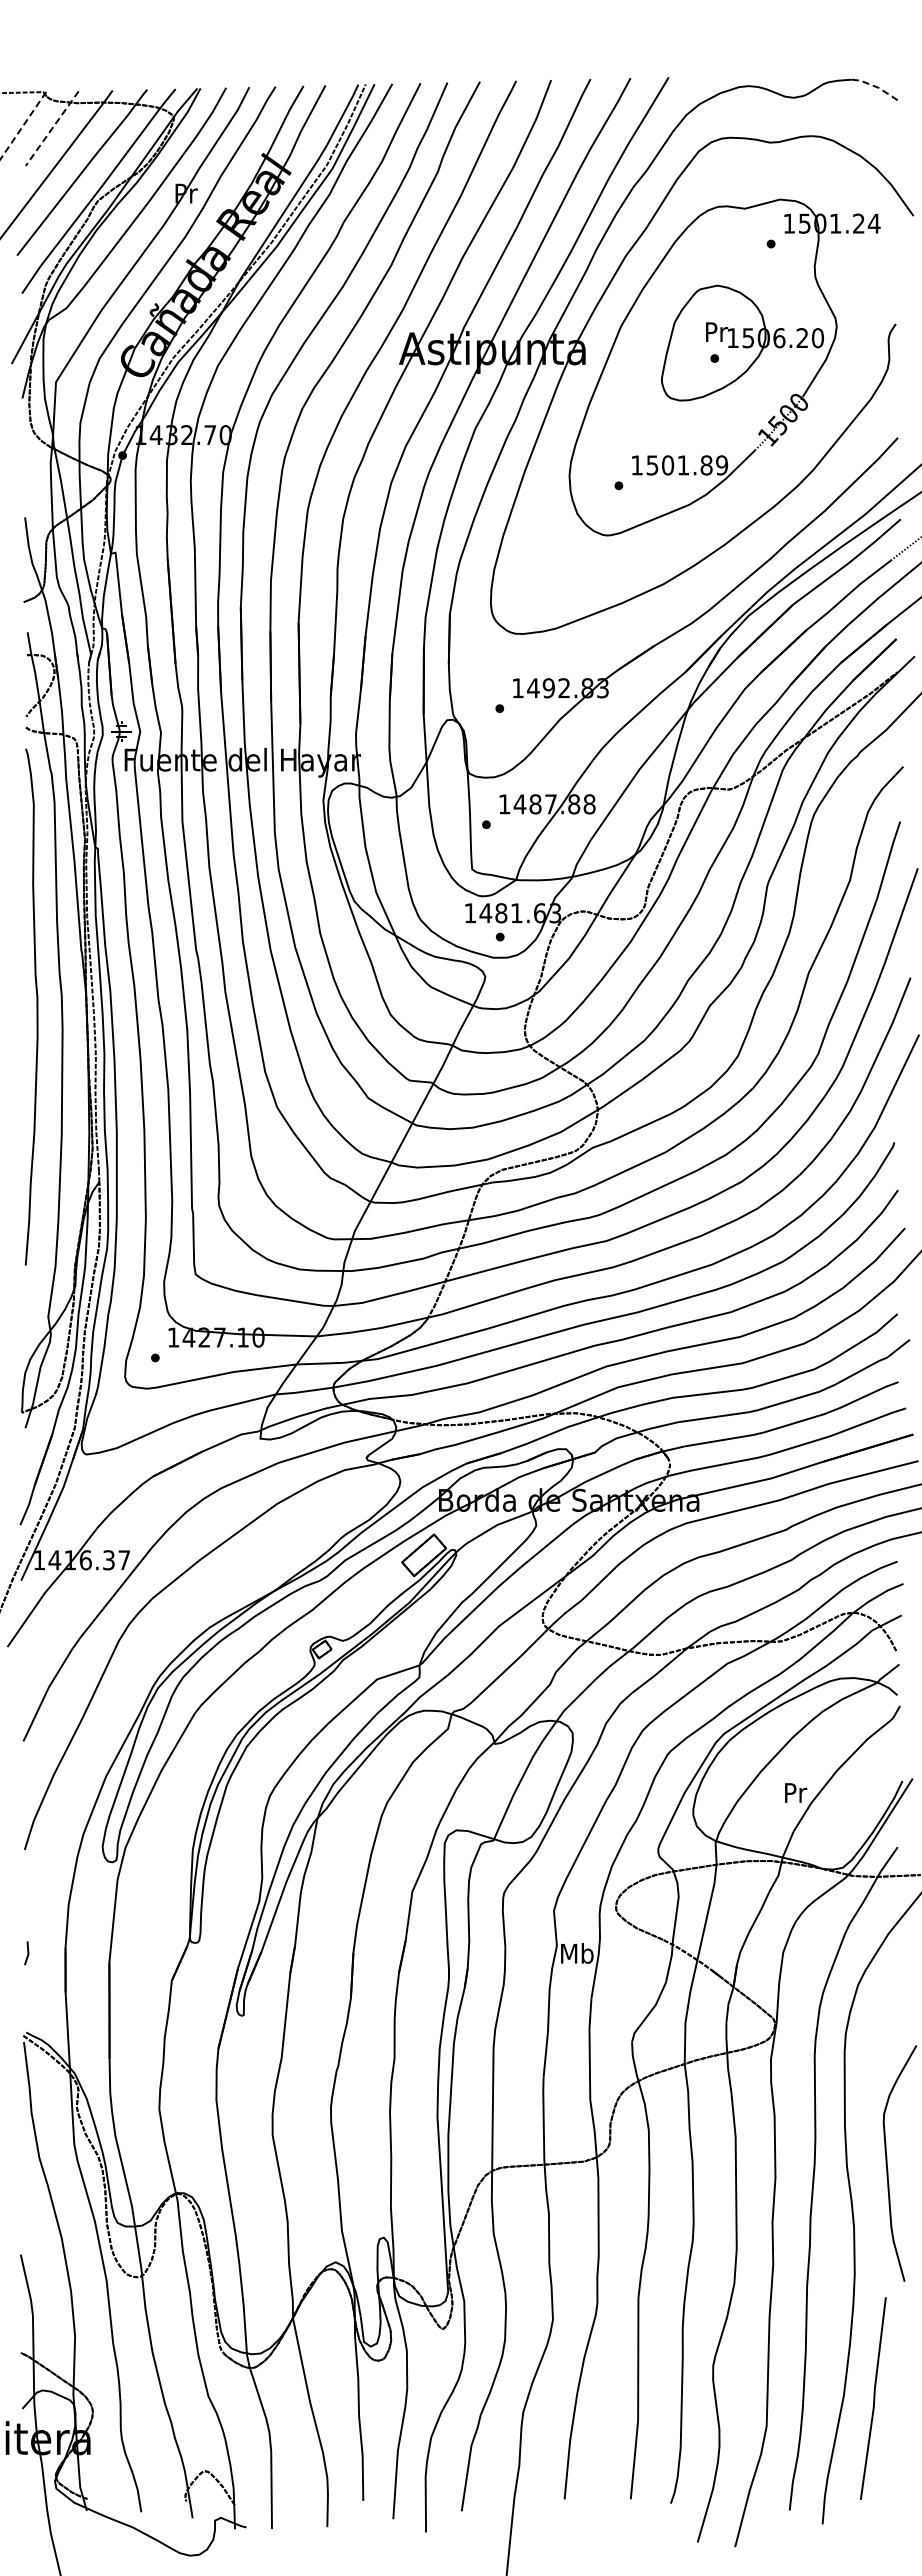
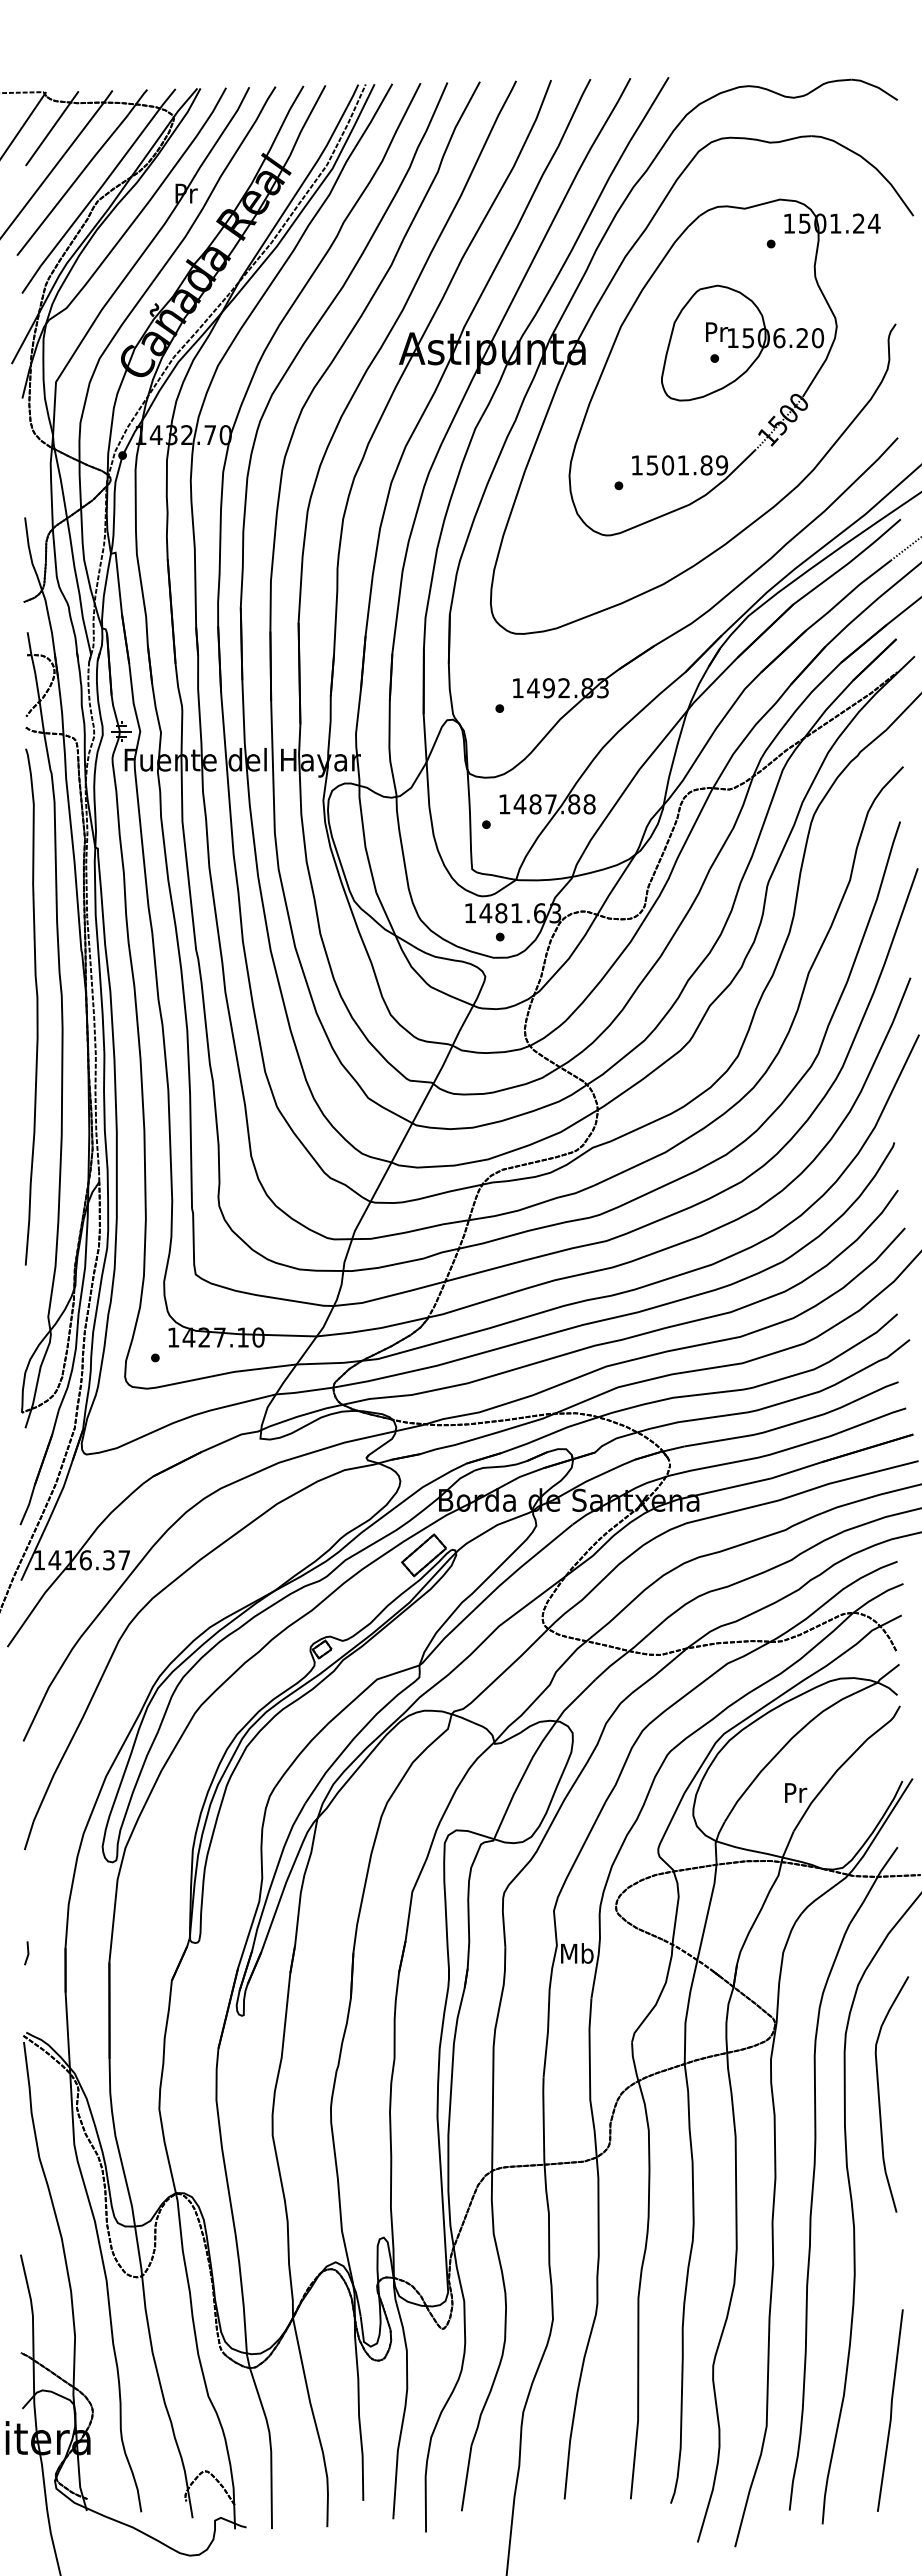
line at (875, 86): dashed -> solid
line at (23, 125): dashed -> solid
line at (52, 128): dashed -> solid
curve at (887, 2163) position: (887, 2163) -> (879, 2094)
line at (873, 2398) position: (873, 2398) -> (890, 2410)
